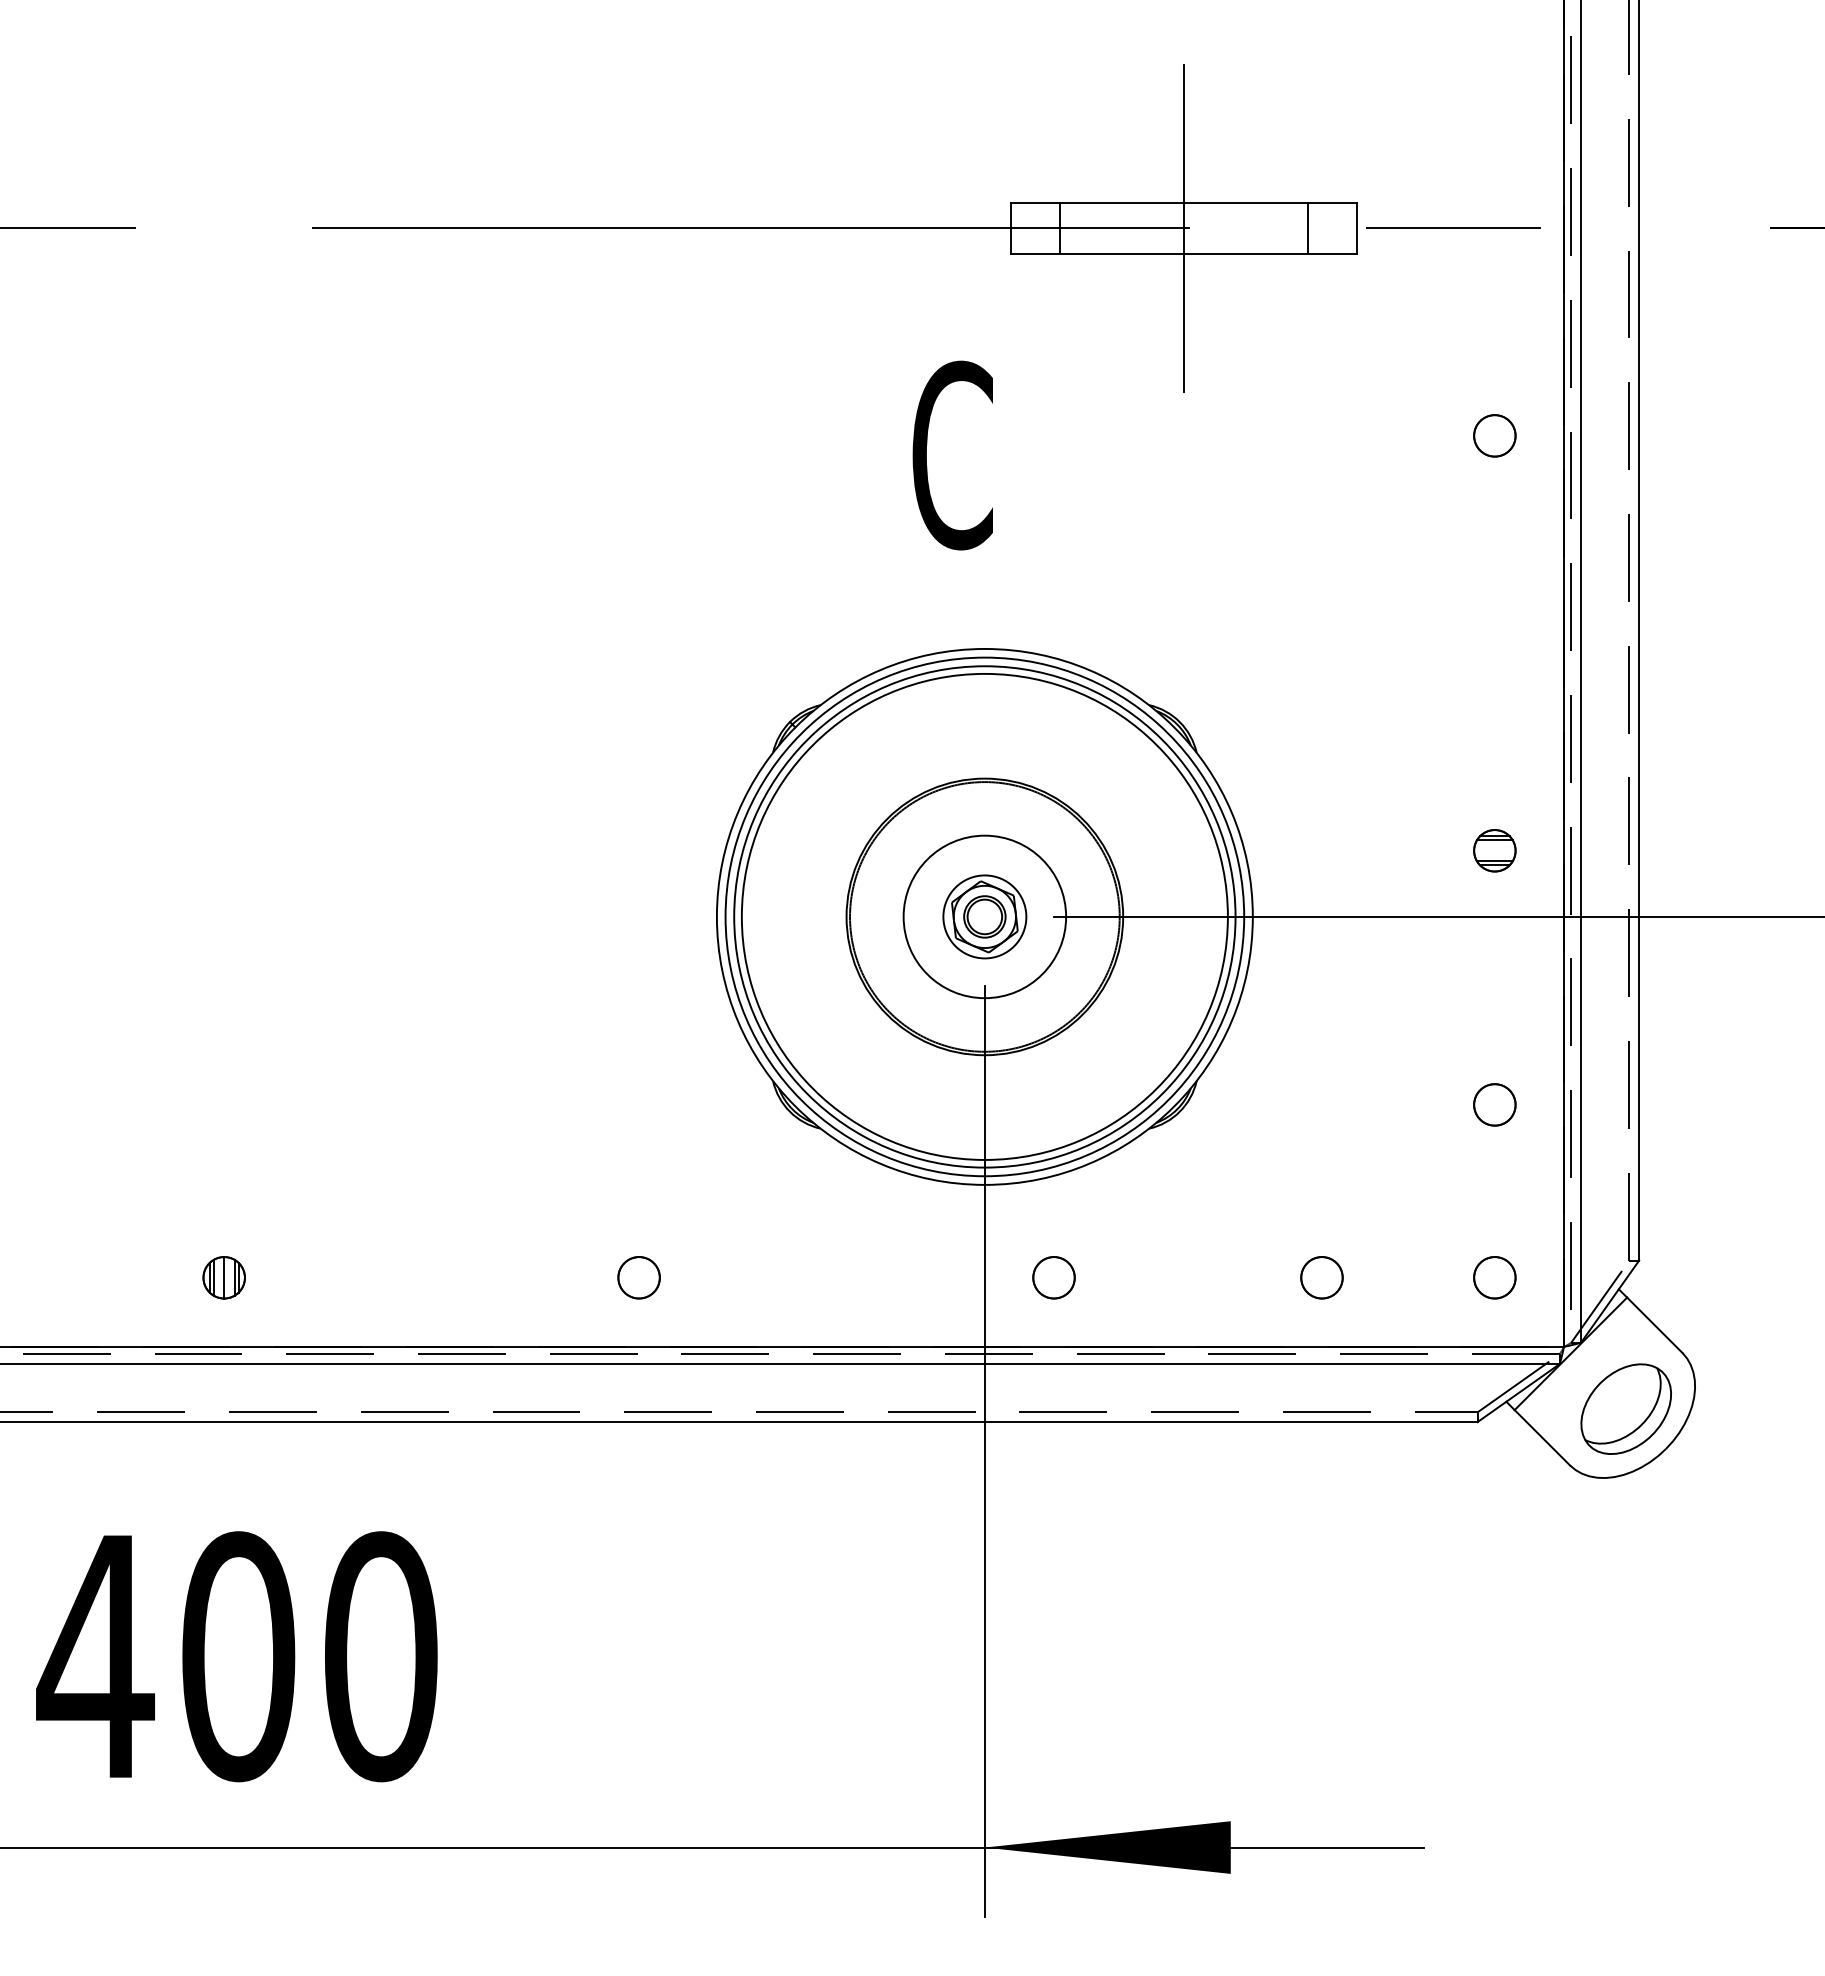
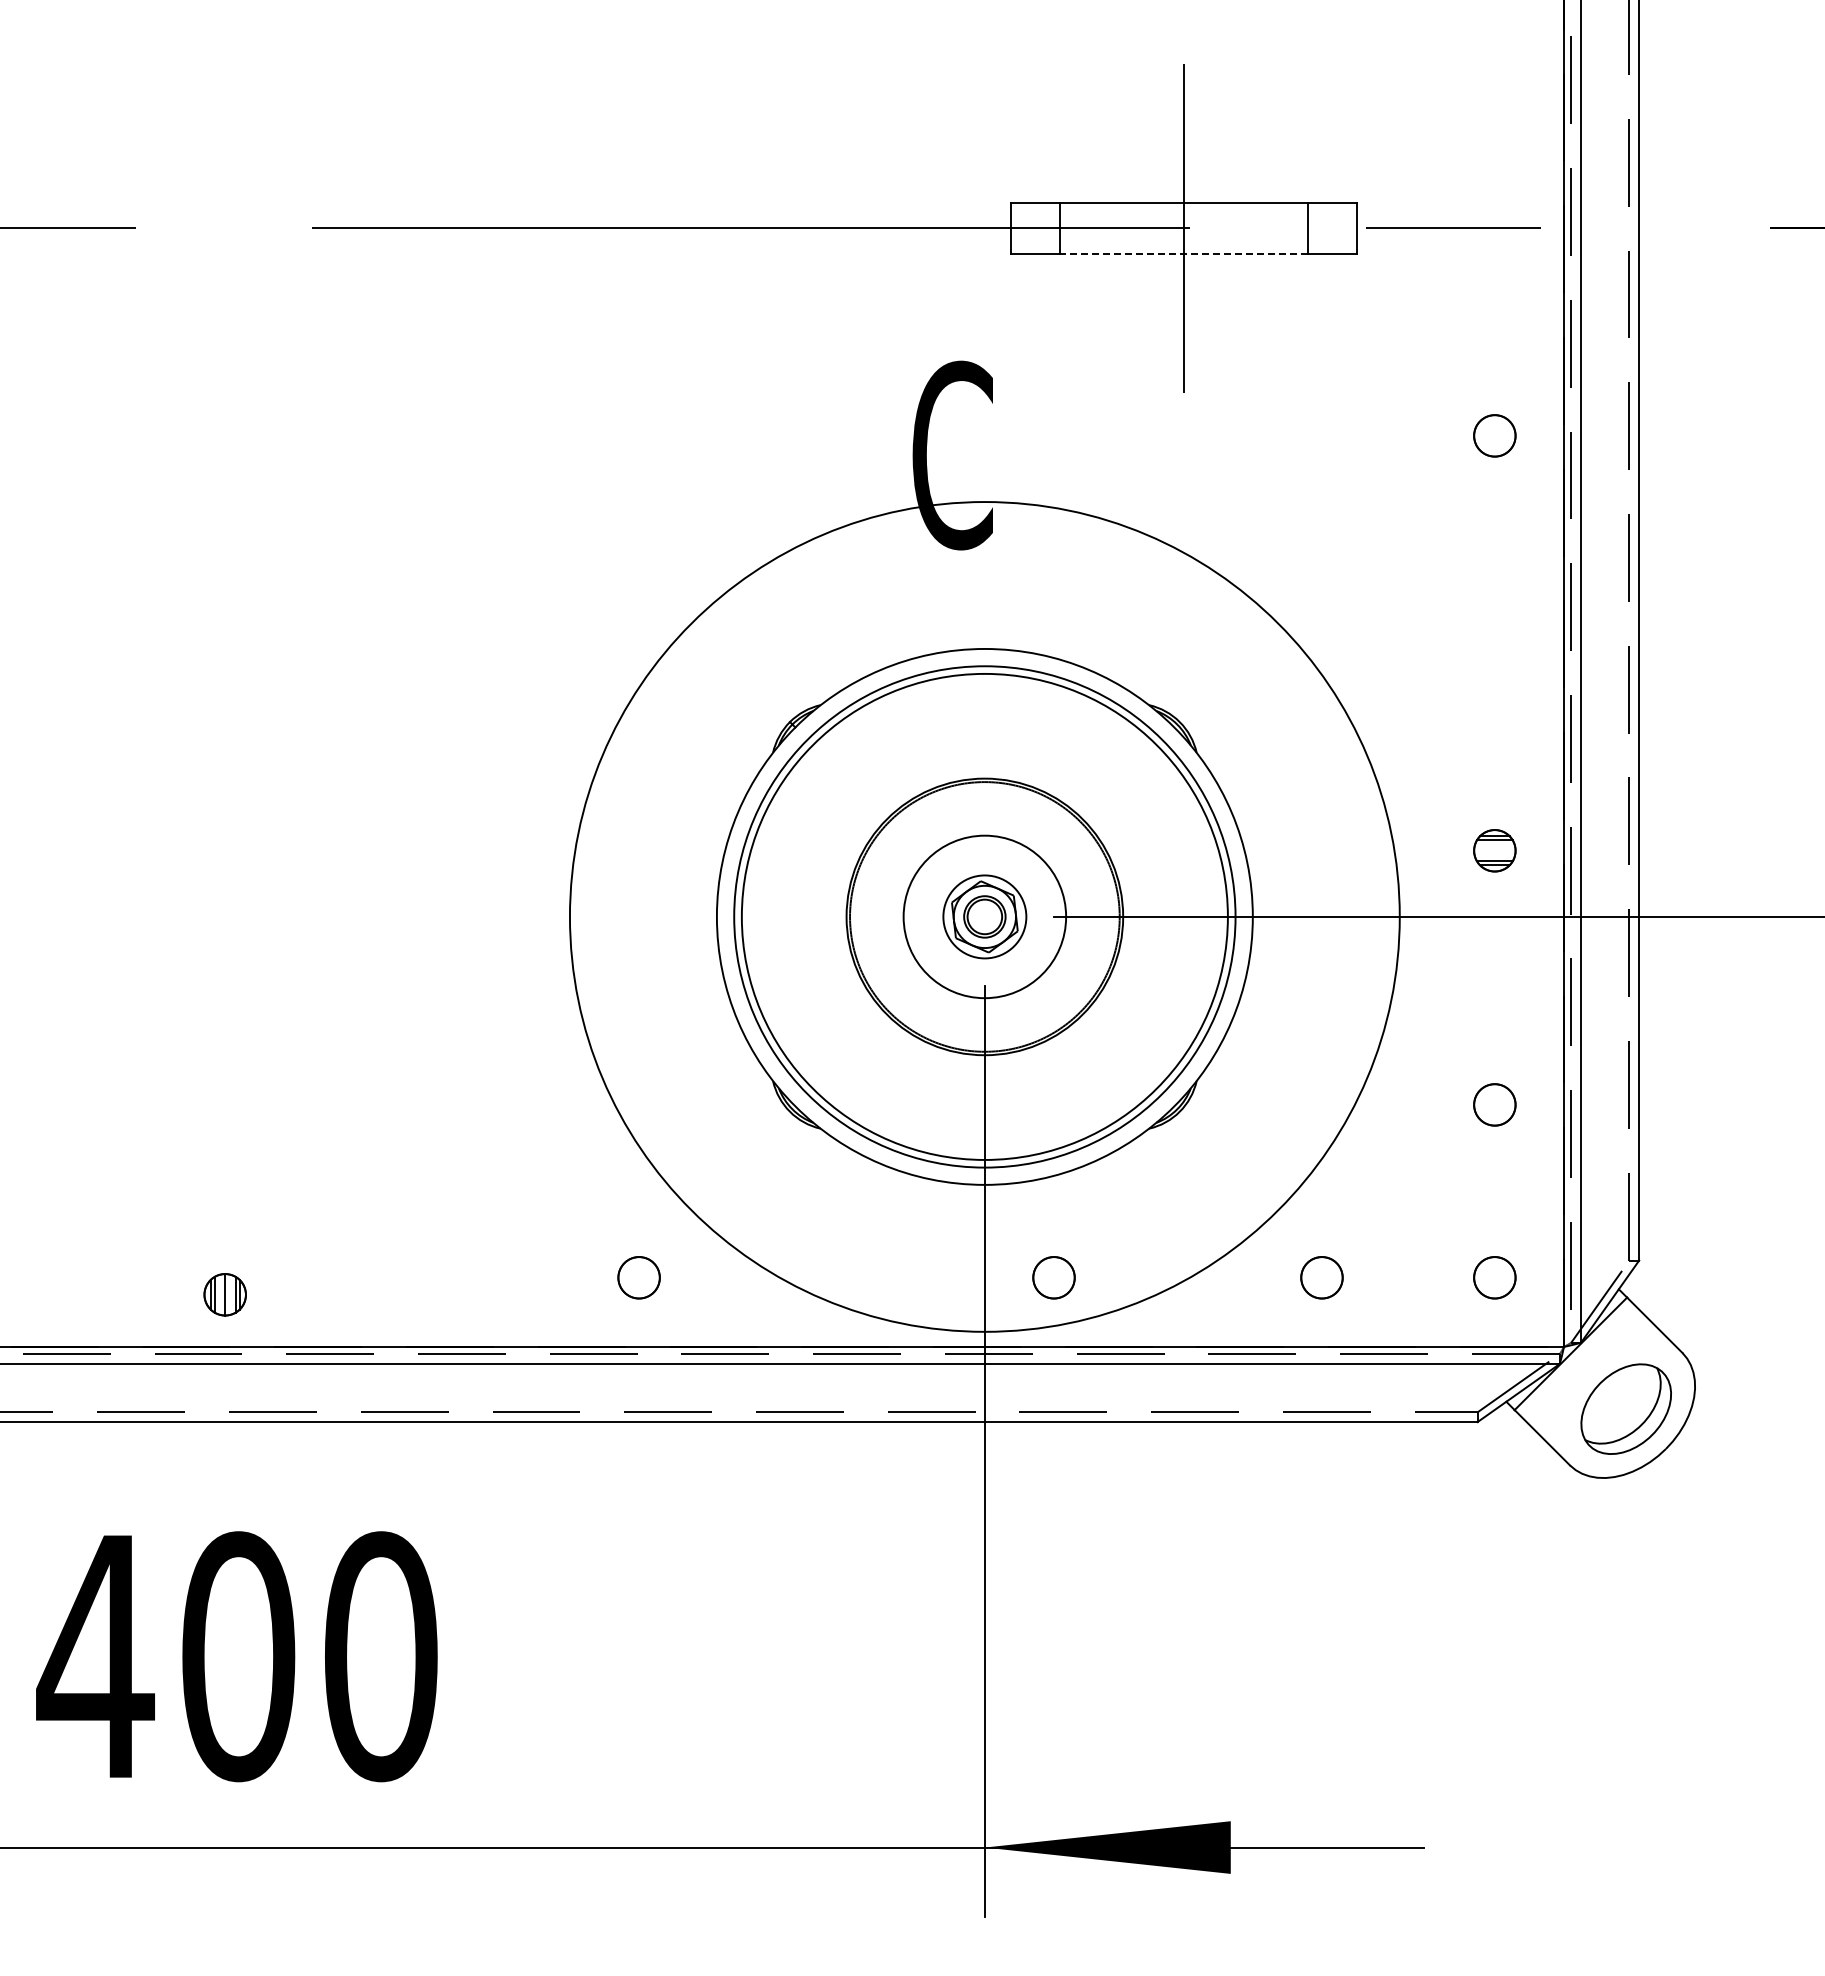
line at (1183, 254): solid -> dashed
circle at (984, 916) diameter: 519 px -> 830 px
part at (223, 1277) position: (223, 1277) -> (224, 1294)
